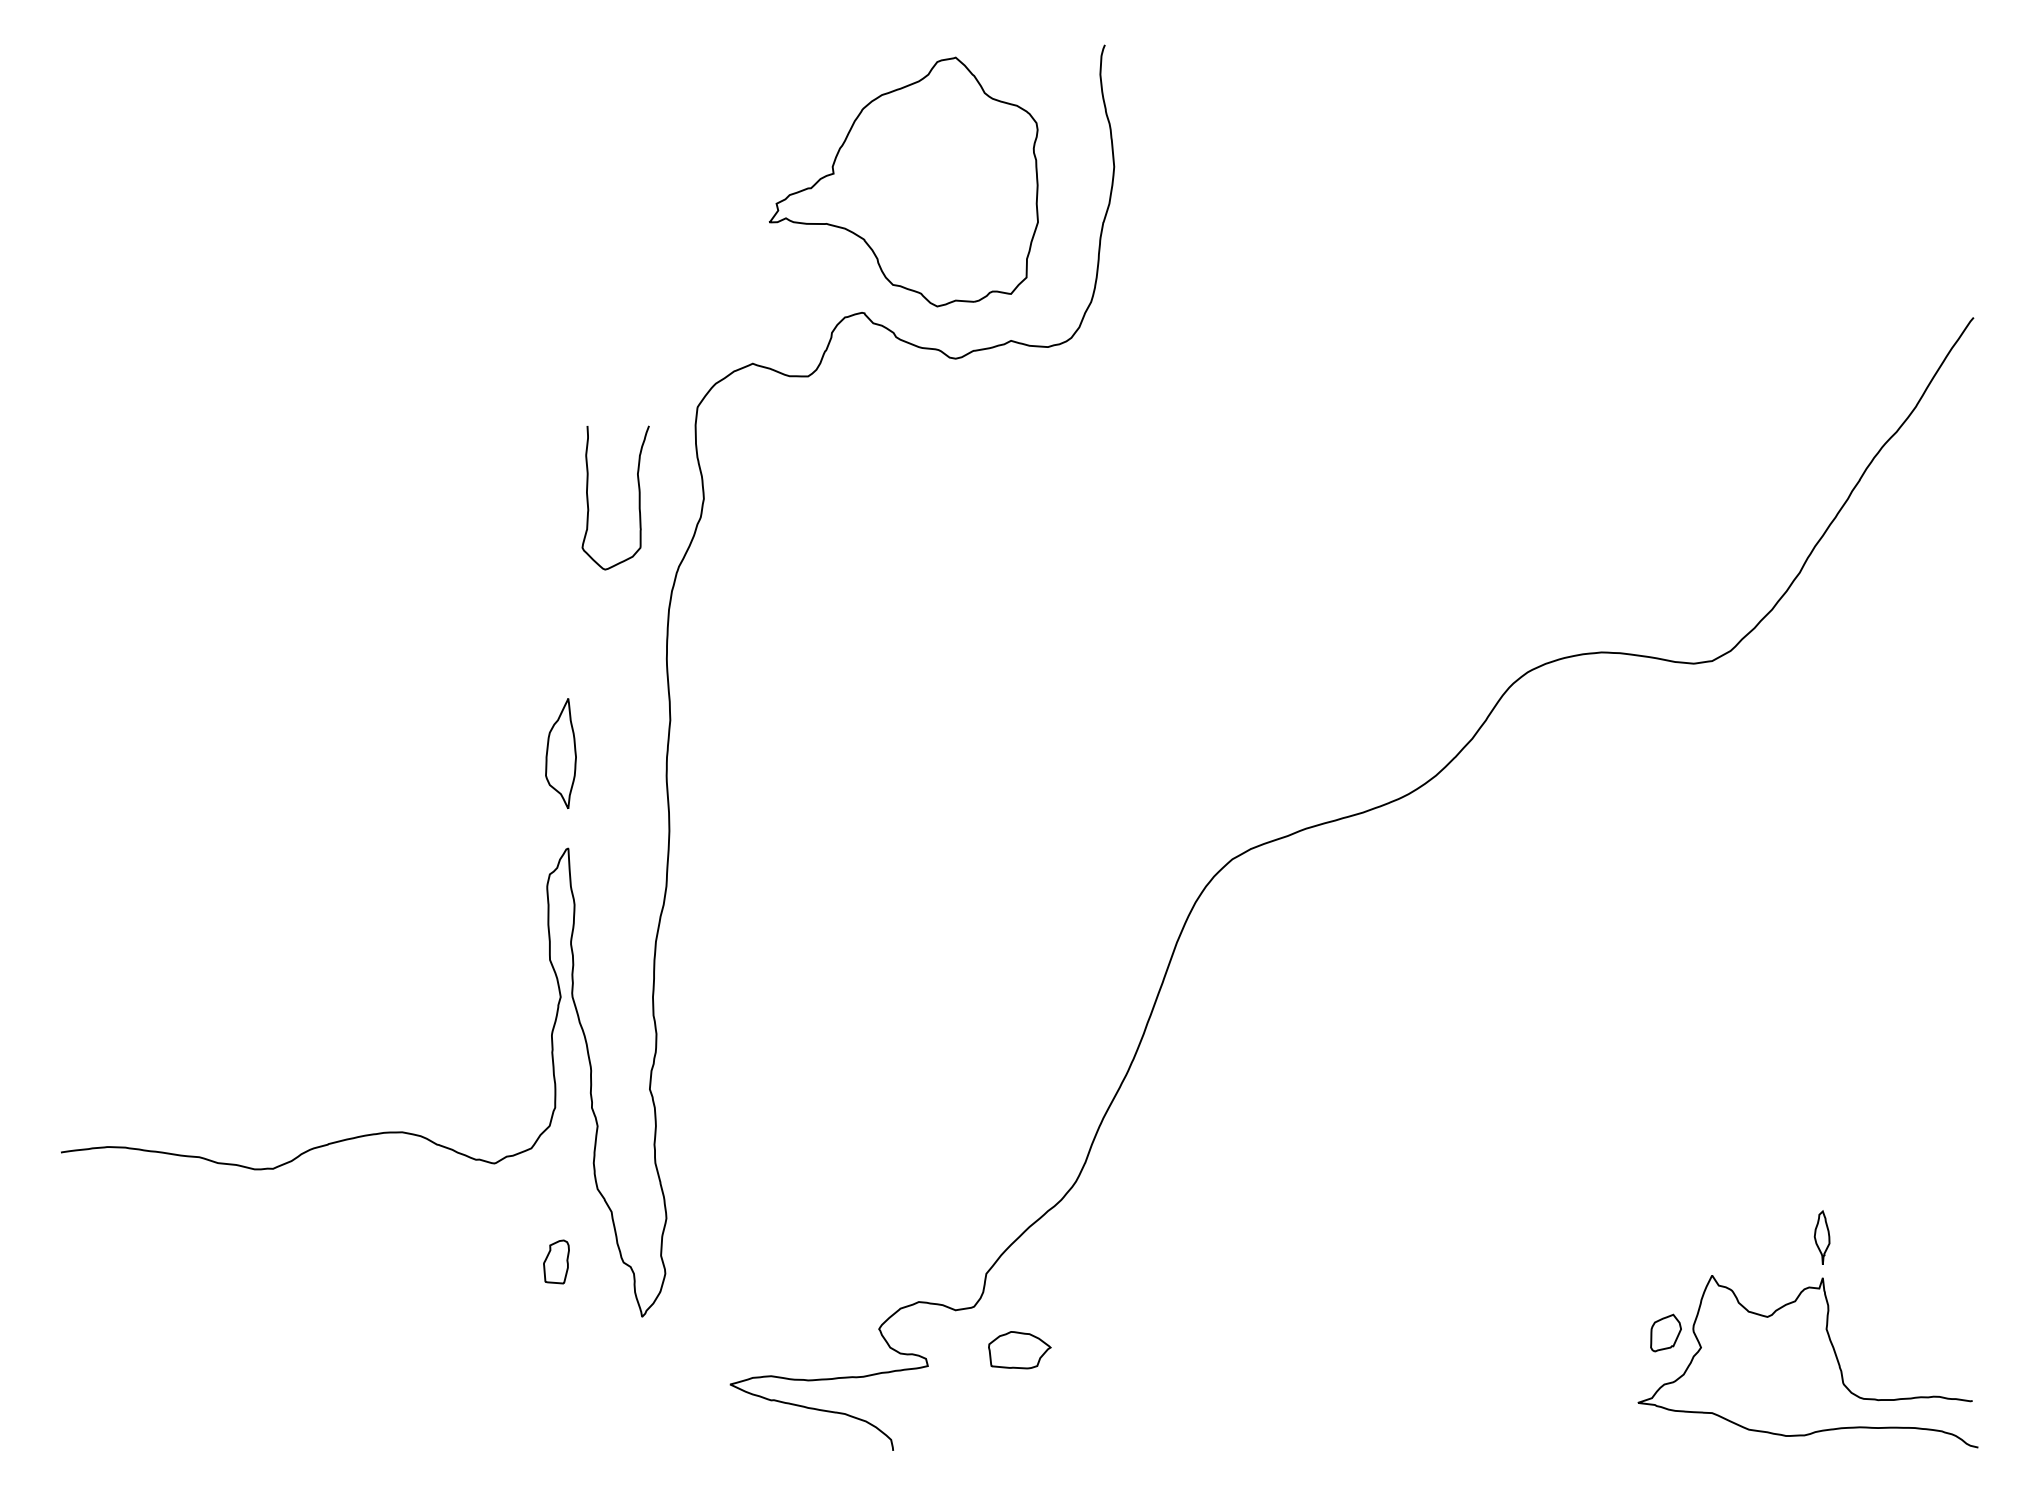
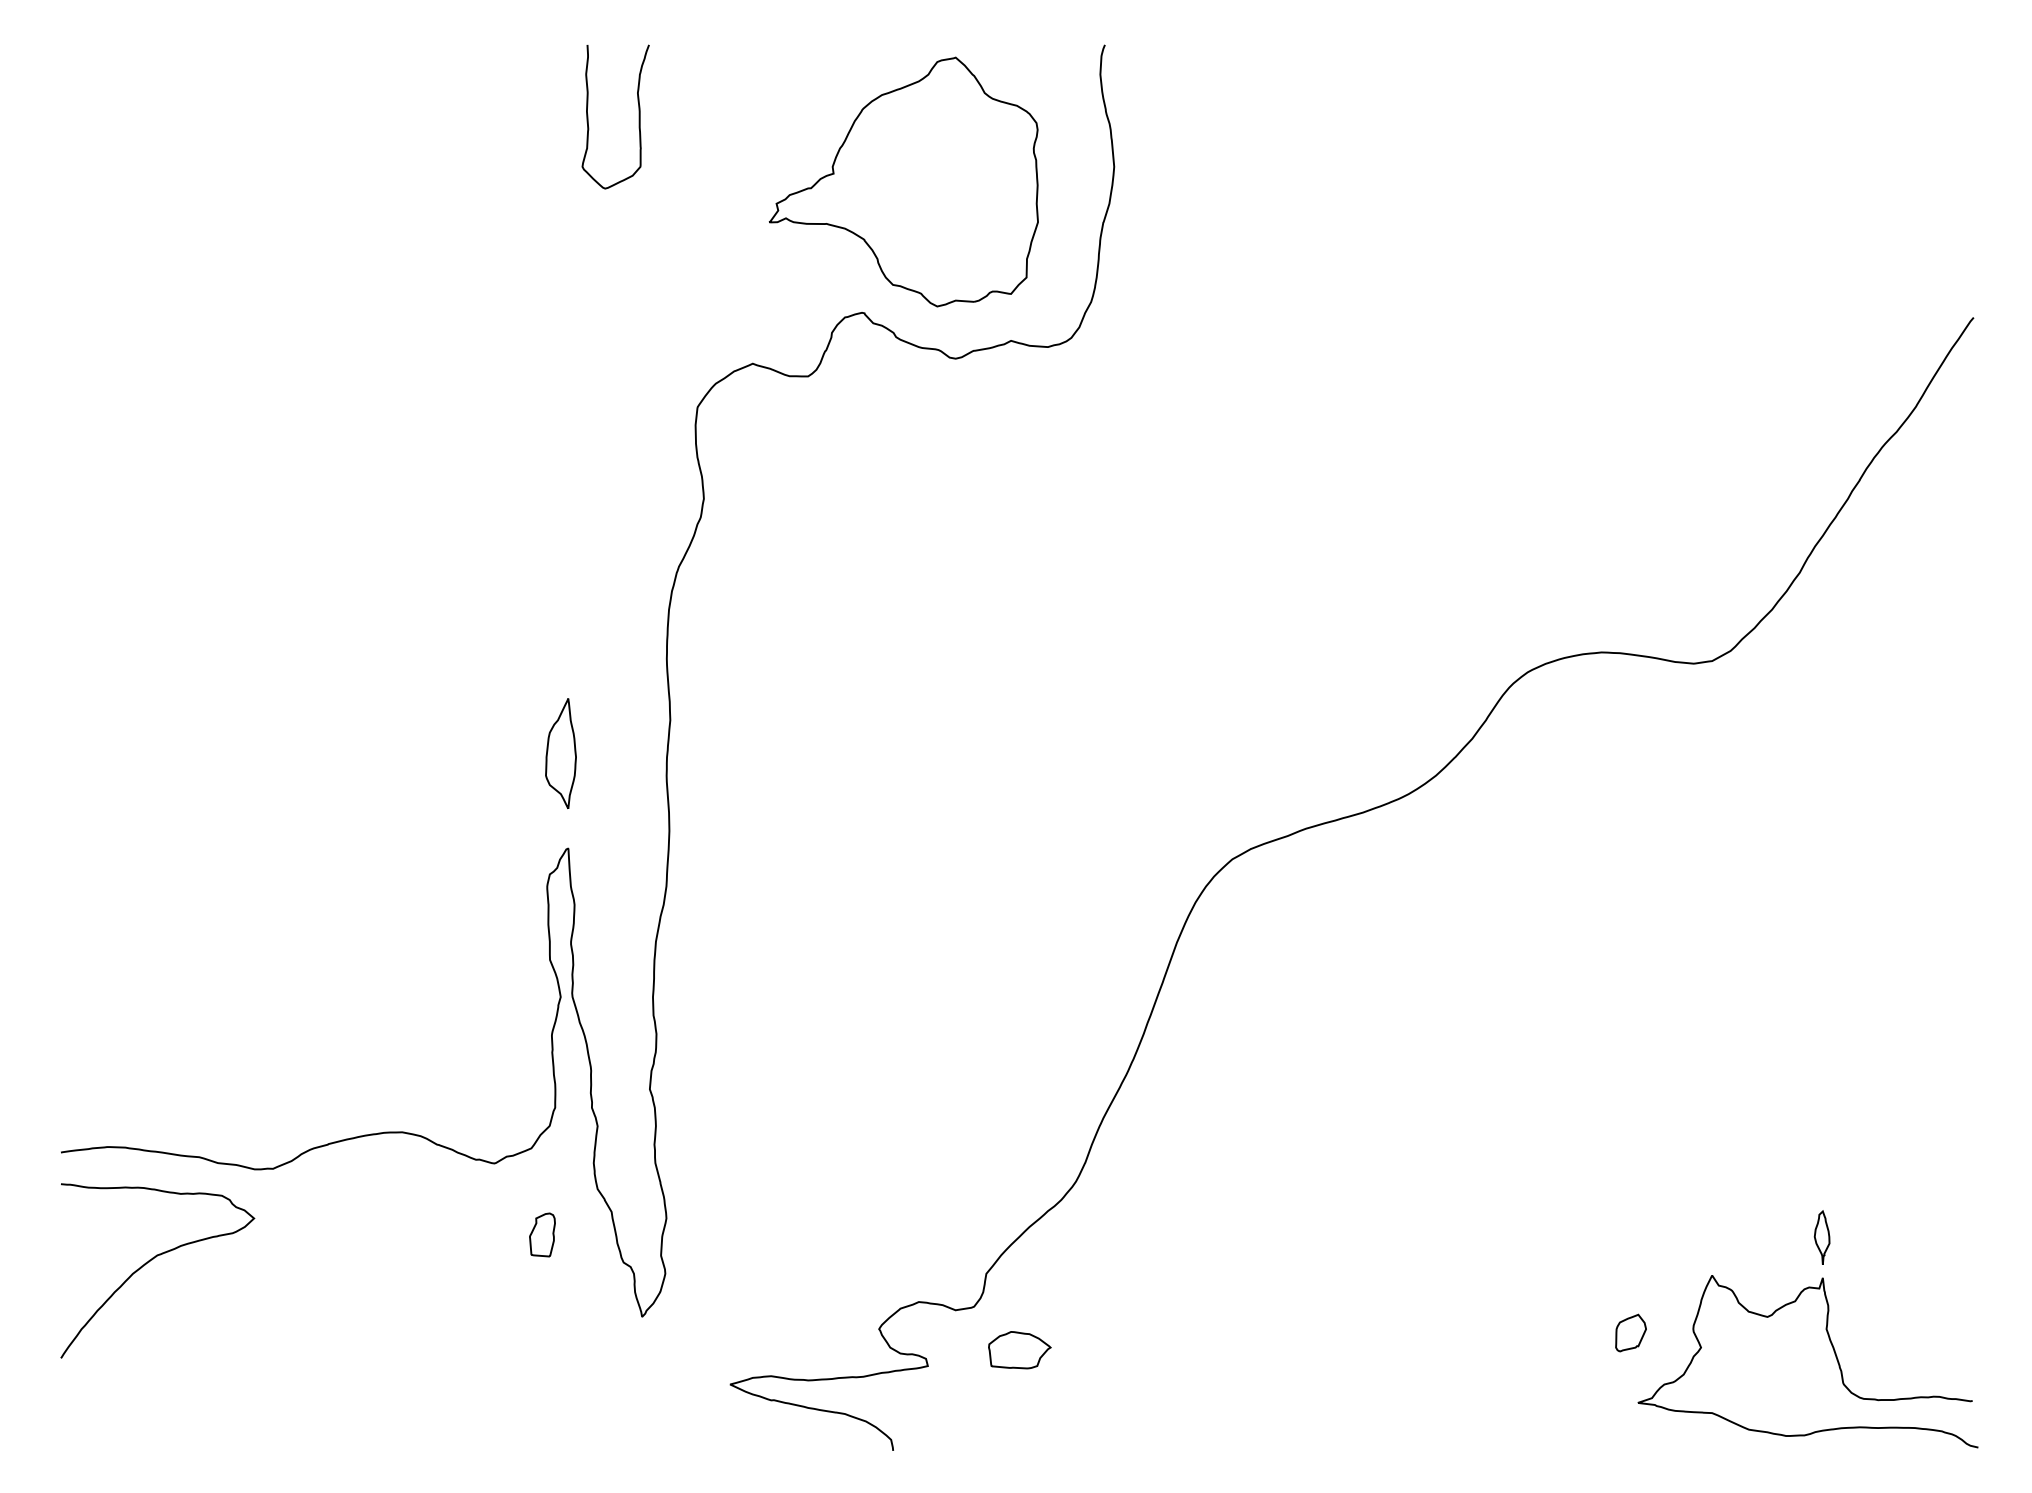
curve at (638, 497) position: (638, 497) -> (638, 116)
curve at (152, 1260): none -> present
part at (556, 1261) position: (556, 1261) -> (542, 1234)
part at (1665, 1332) position: (1665, 1332) -> (1630, 1332)
